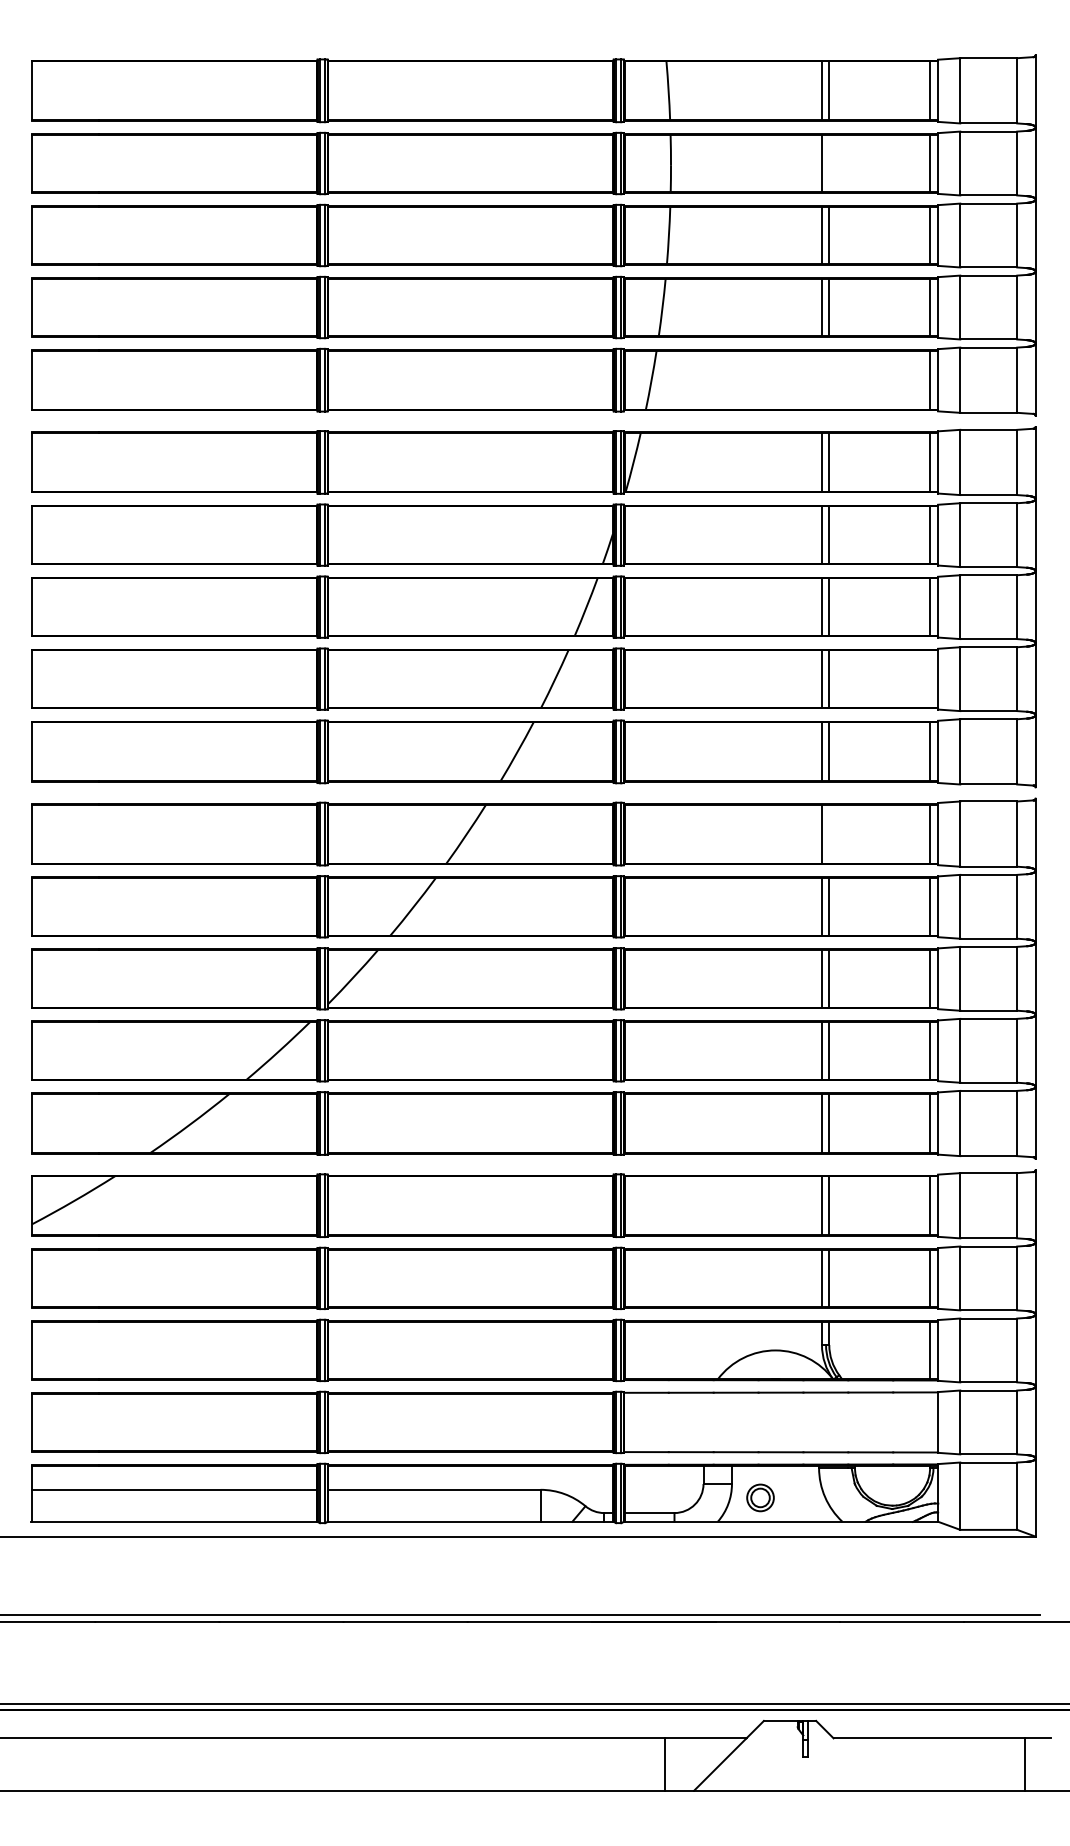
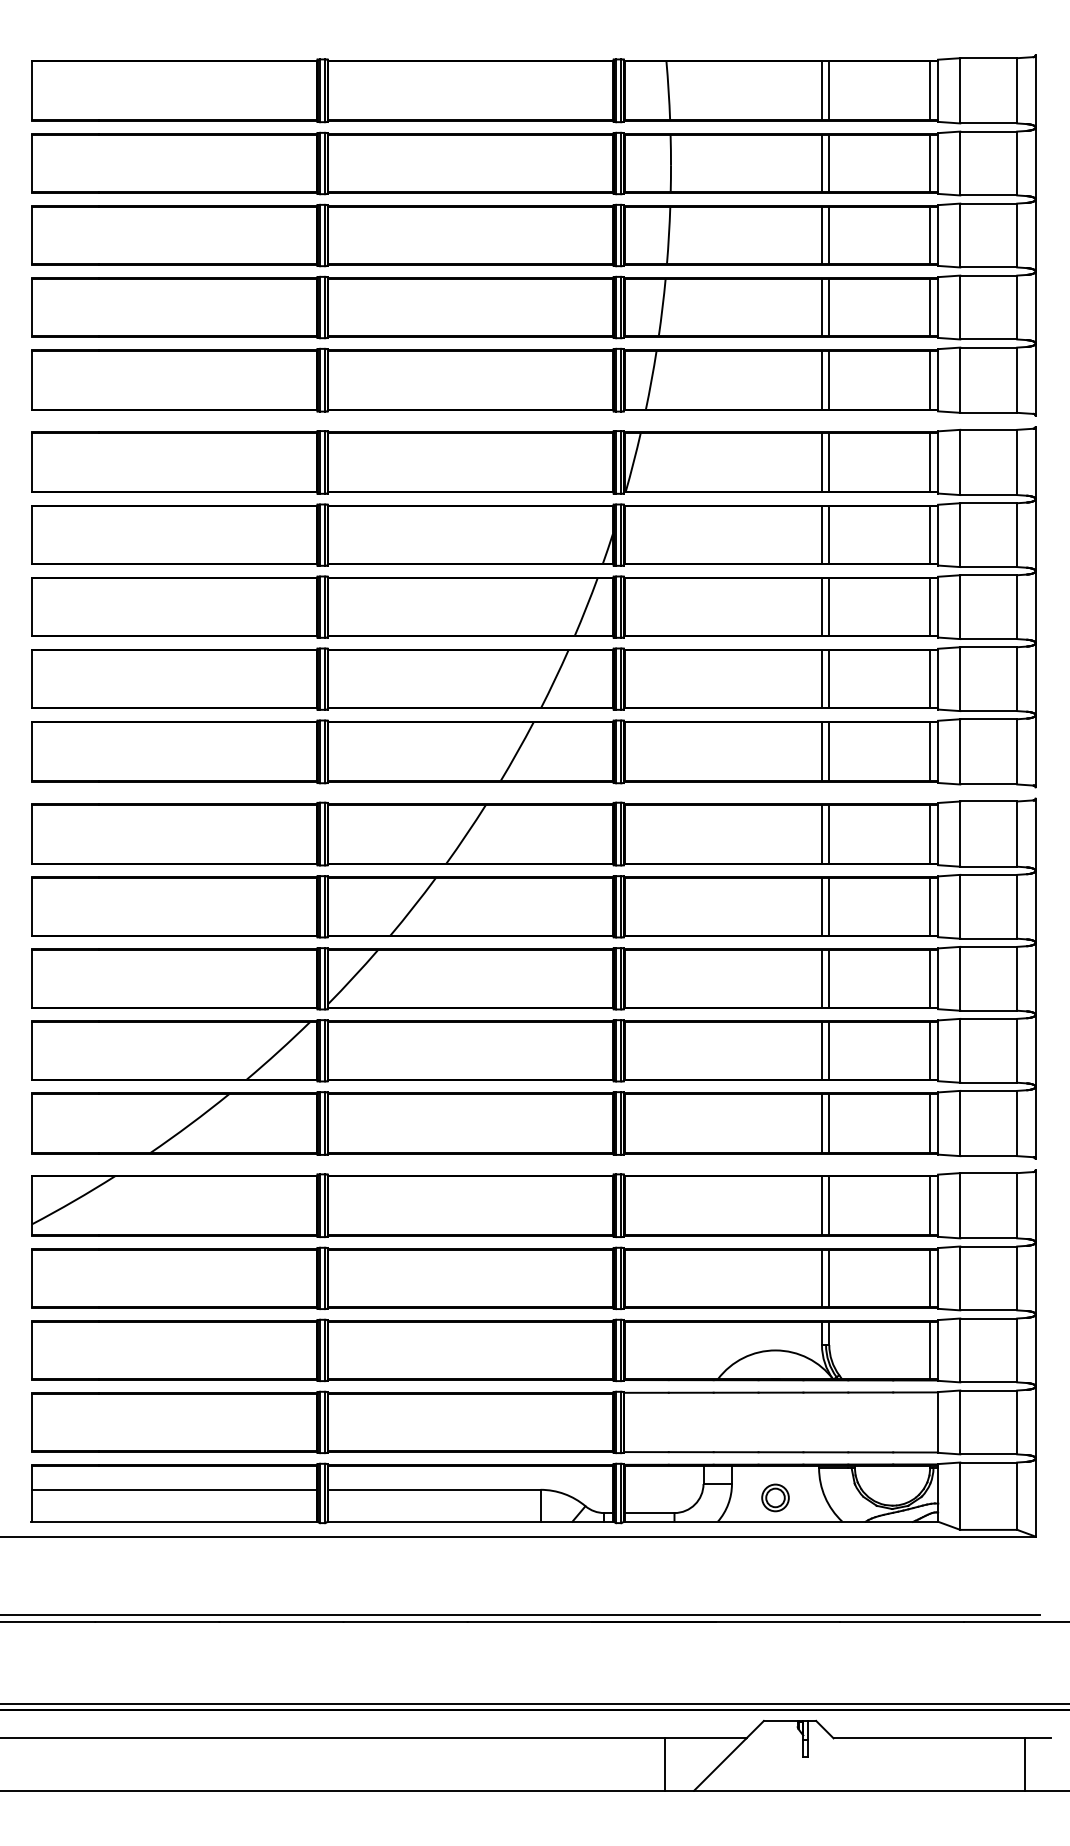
line at (829, 163): none -> present
line at (821, 379): none -> present
line at (829, 379): none -> present
line at (930, 678): none -> present
line at (829, 833): none -> present
part at (760, 1497) position: (760, 1497) -> (775, 1497)
